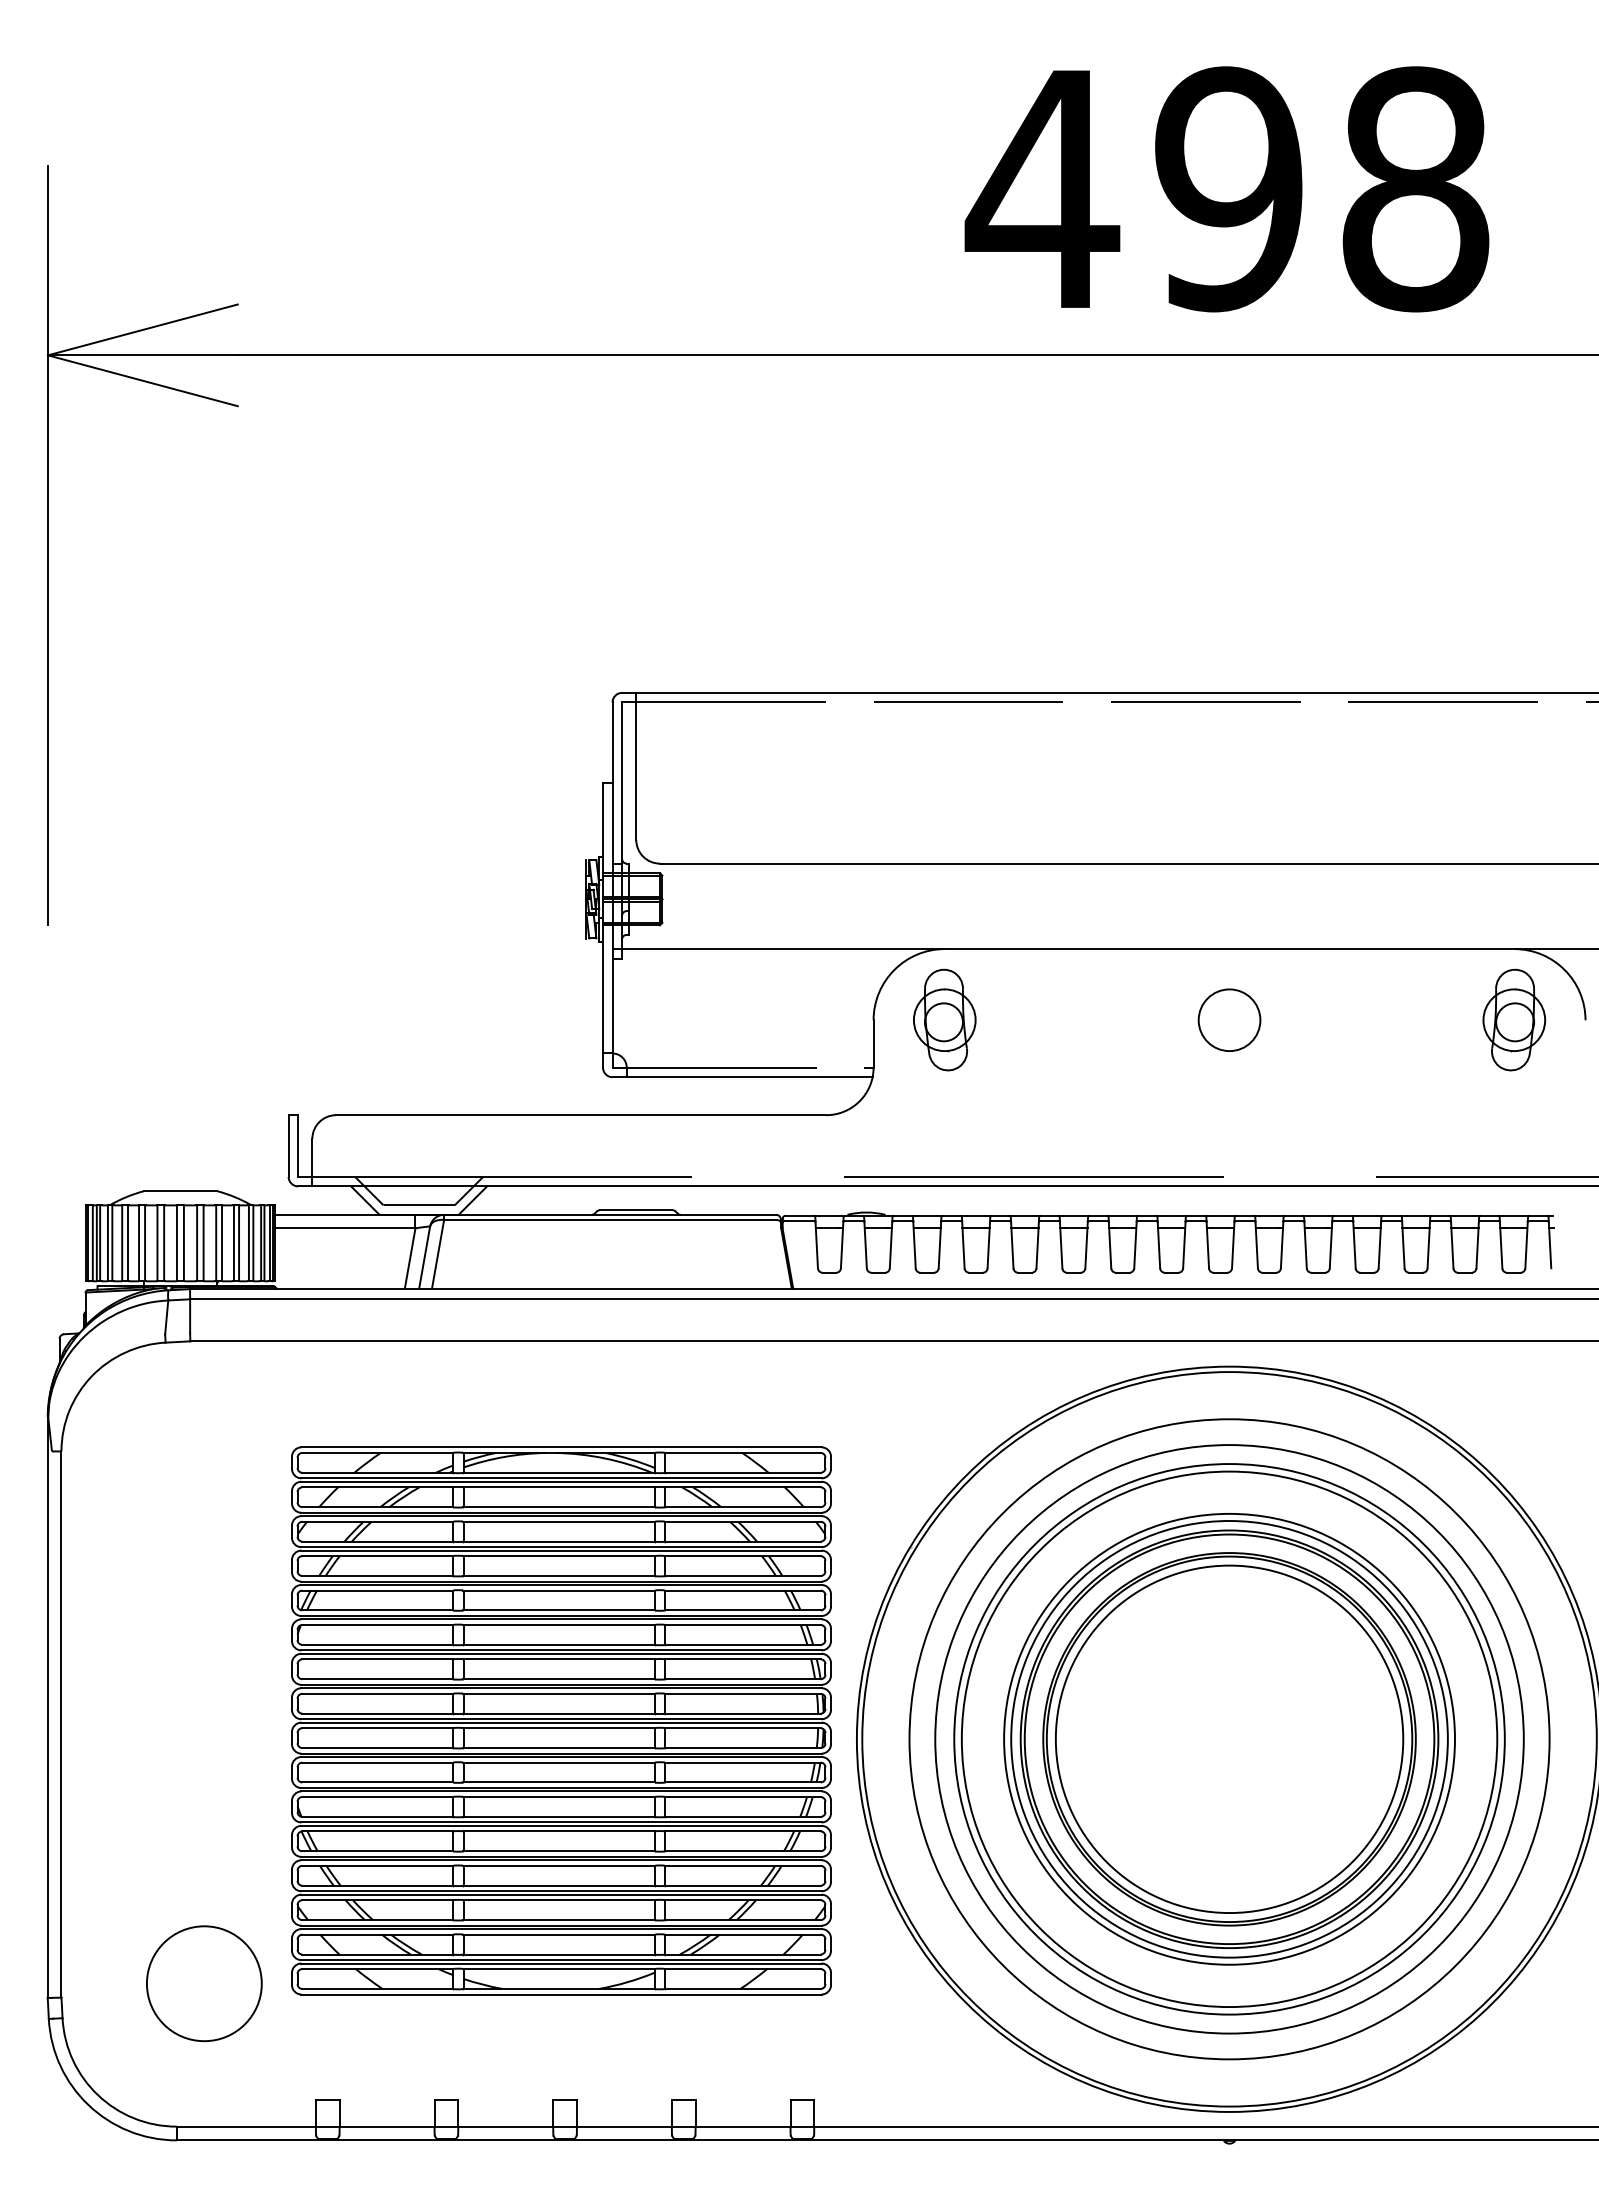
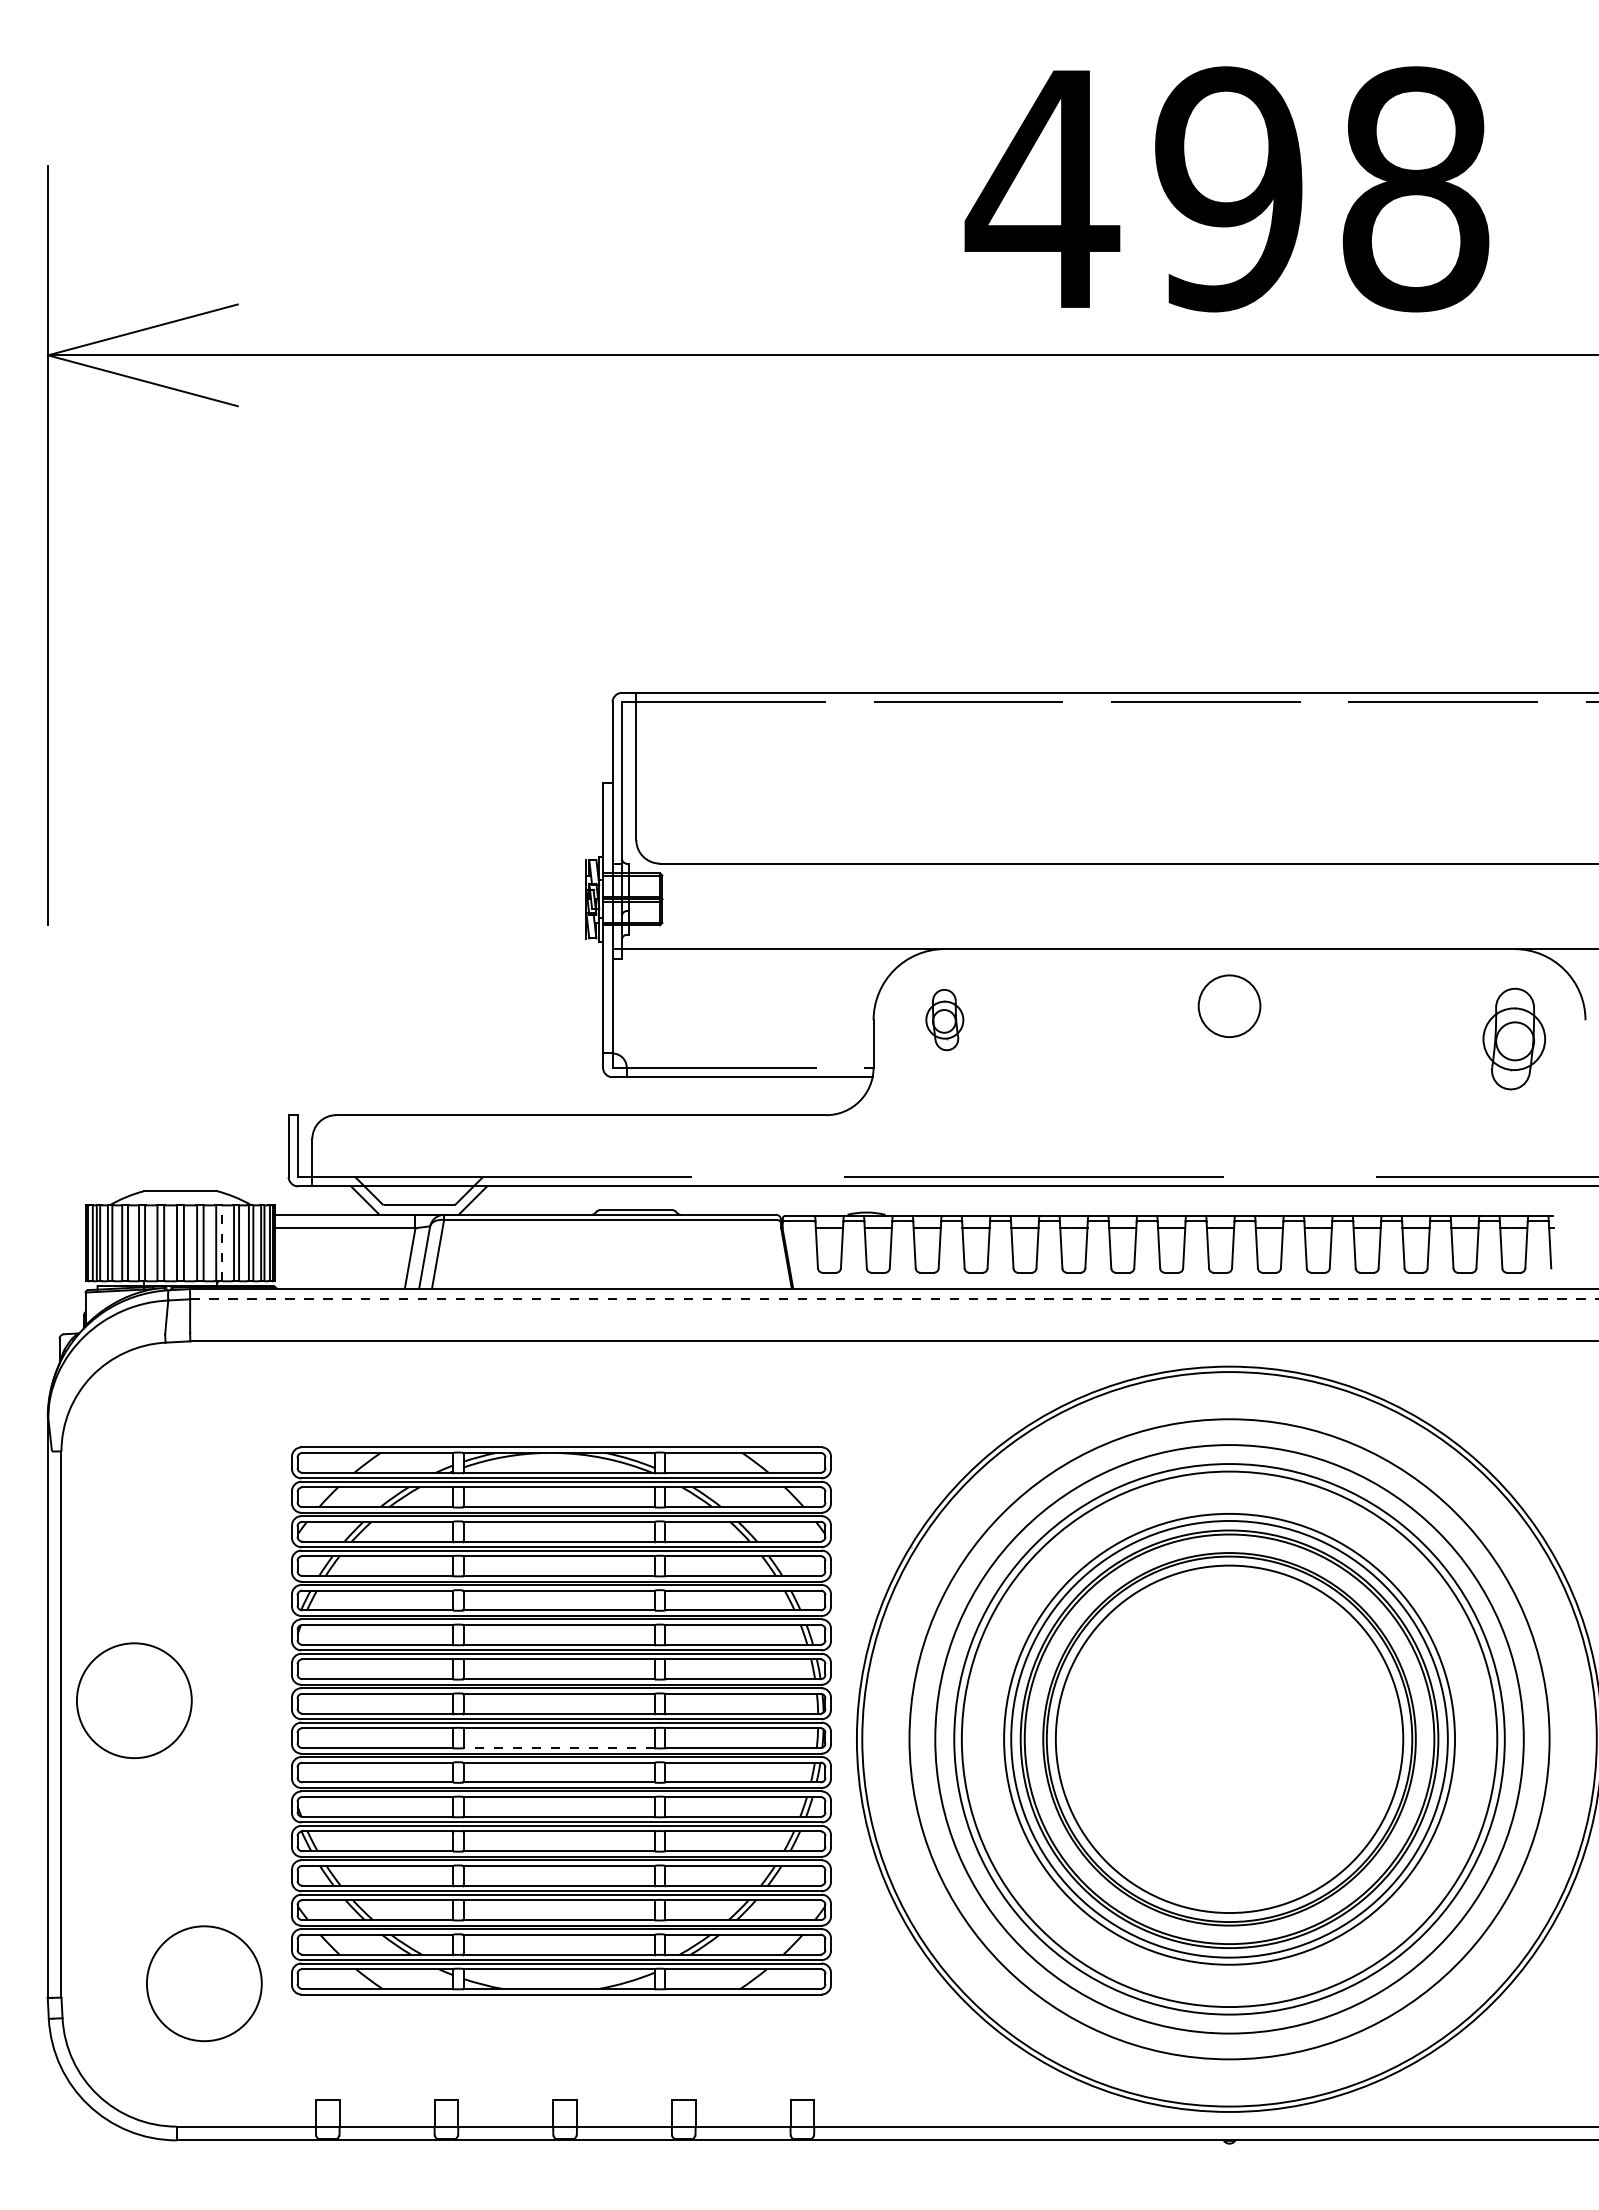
part at (944, 1019) size: 64x104 px -> 40x63 px
circle at (1229, 1019) position: (1229, 1019) -> (1229, 1005)
part at (1514, 1019) position: (1514, 1019) -> (1514, 1038)
line at (222, 1243): solid -> dashed
line at (894, 1299): solid -> dashed
circle at (134, 1700): none -> present
line at (559, 1748): solid -> dashed
